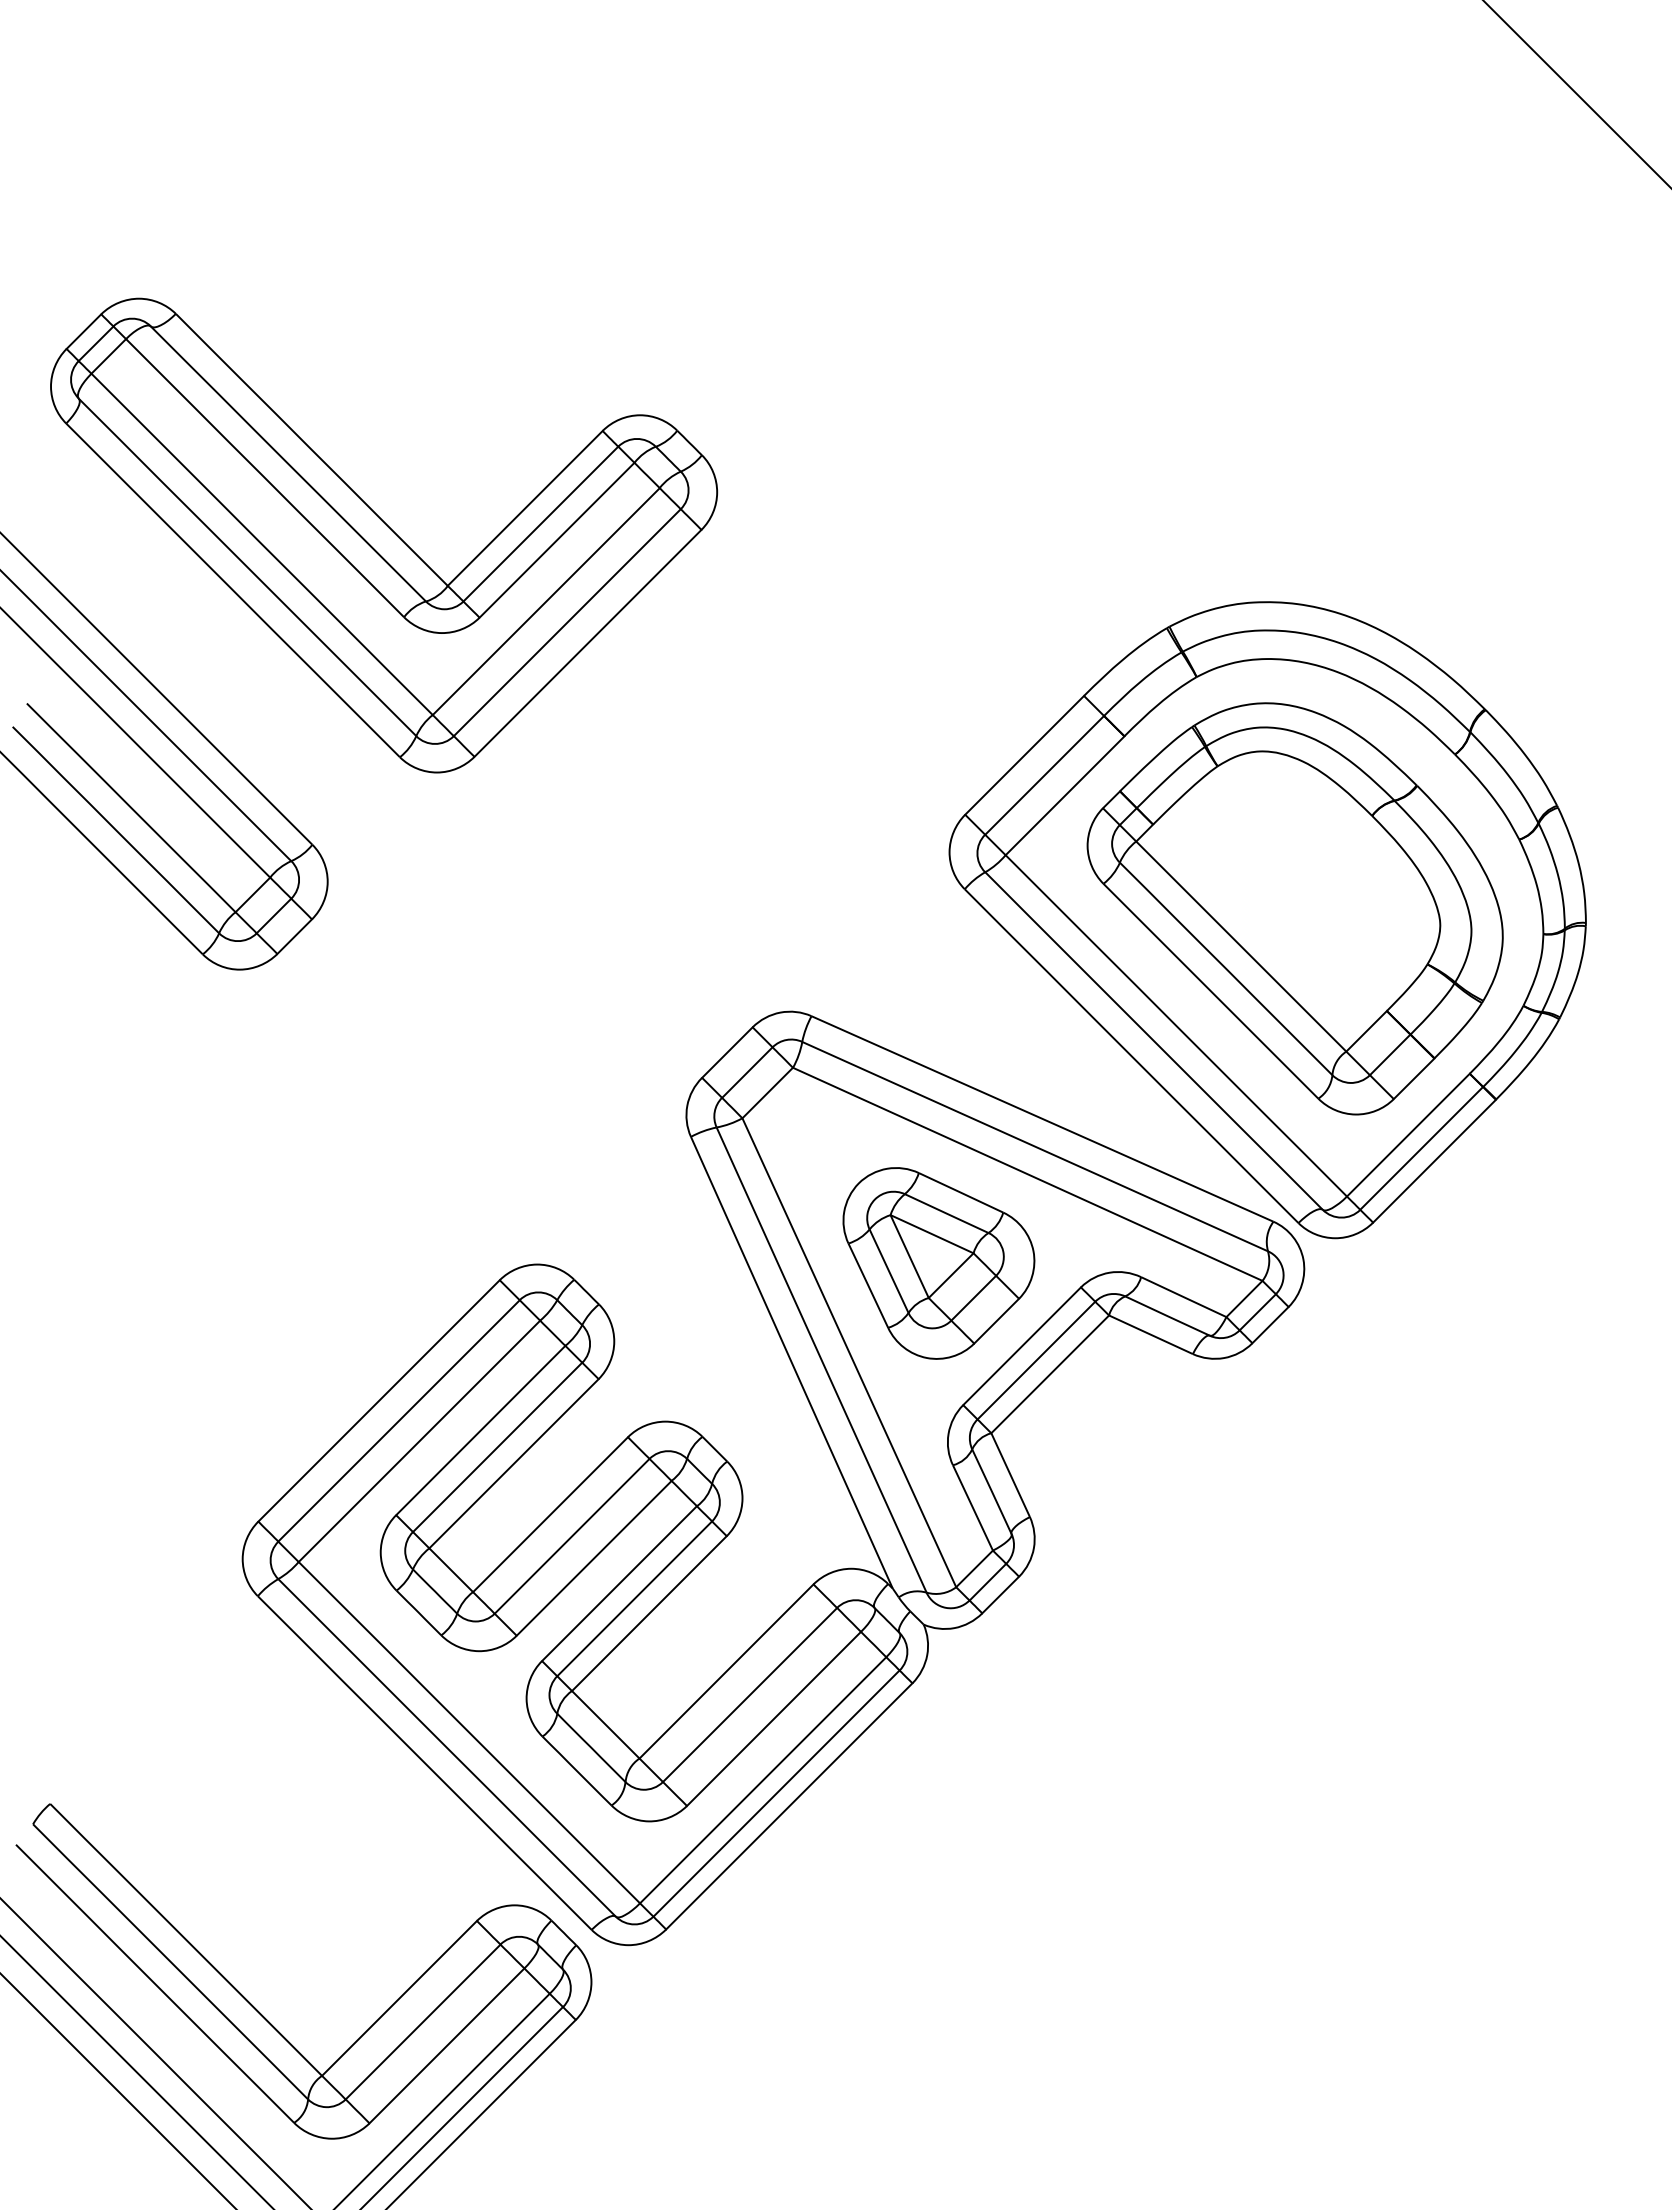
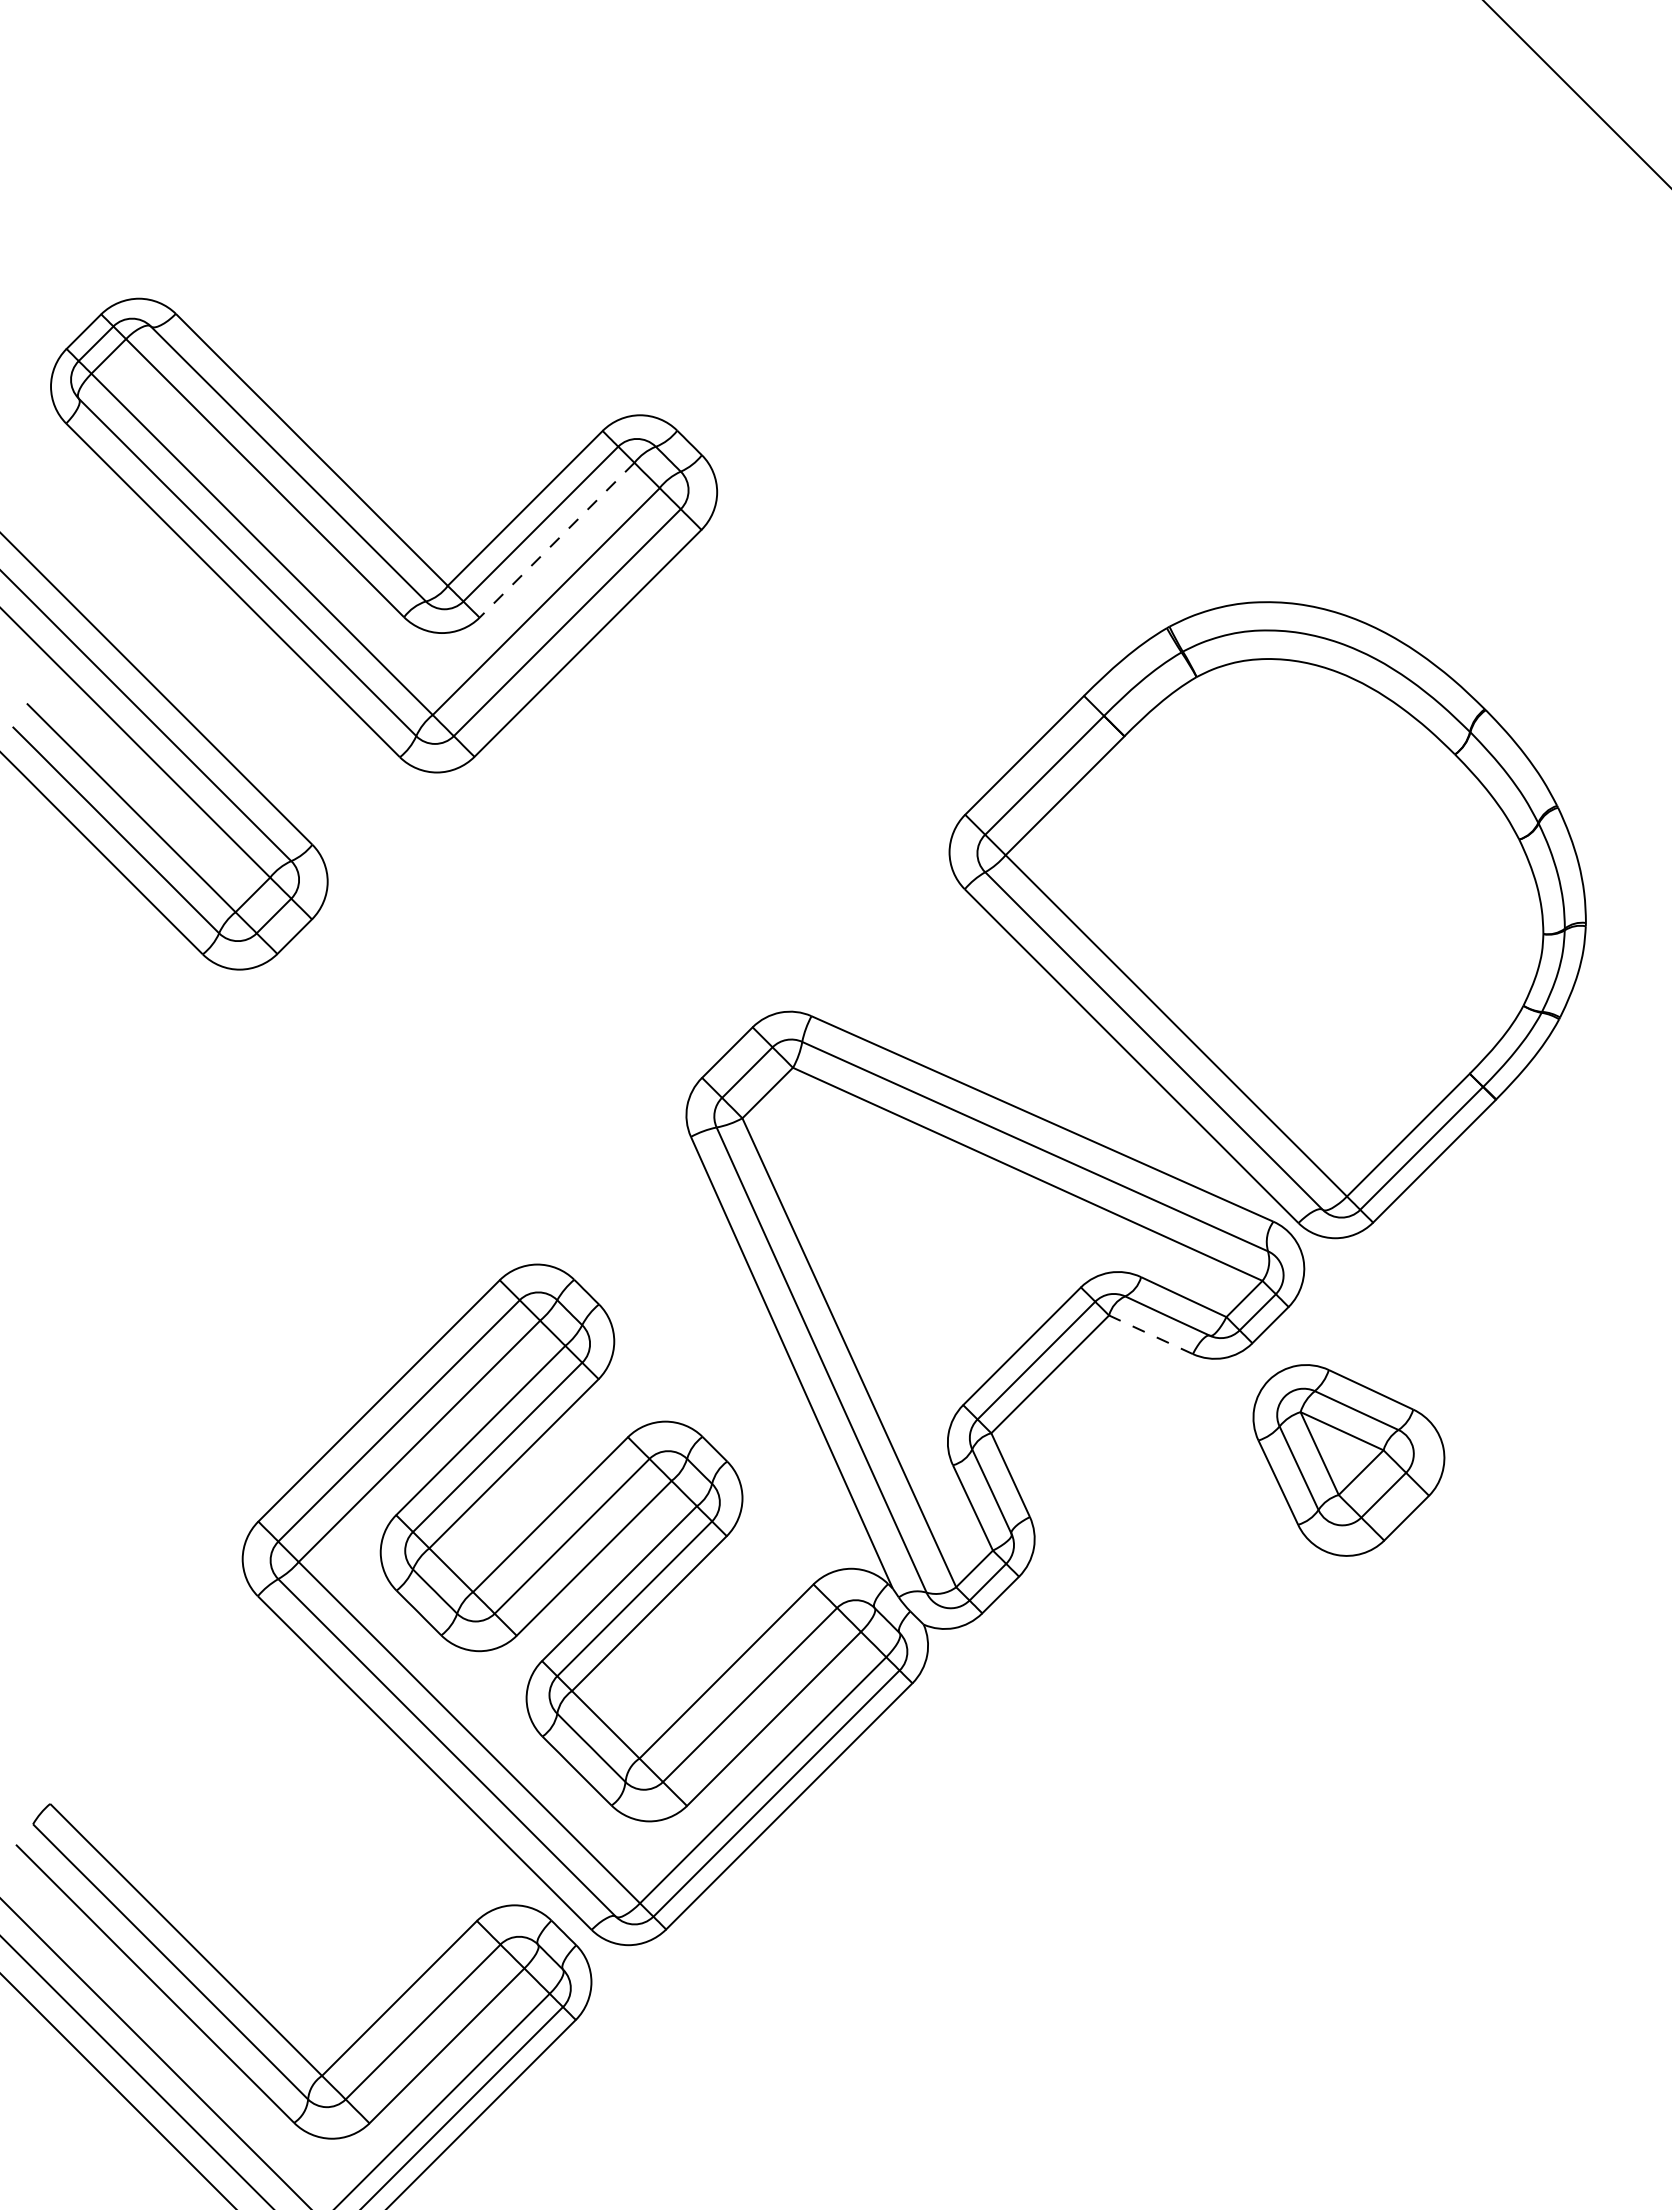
line at (557, 540): solid -> dashed
part at (1294, 908): present -> none
part at (938, 1263) position: (938, 1263) -> (1348, 1460)
line at (1151, 1334): solid -> dashed
